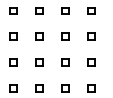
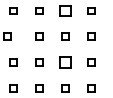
part at (65, 10) size: 9x8 px -> 13x12 px
part at (13, 36) position: (13, 36) -> (7, 36)
part at (65, 62) size: 9x9 px -> 13x13 px
